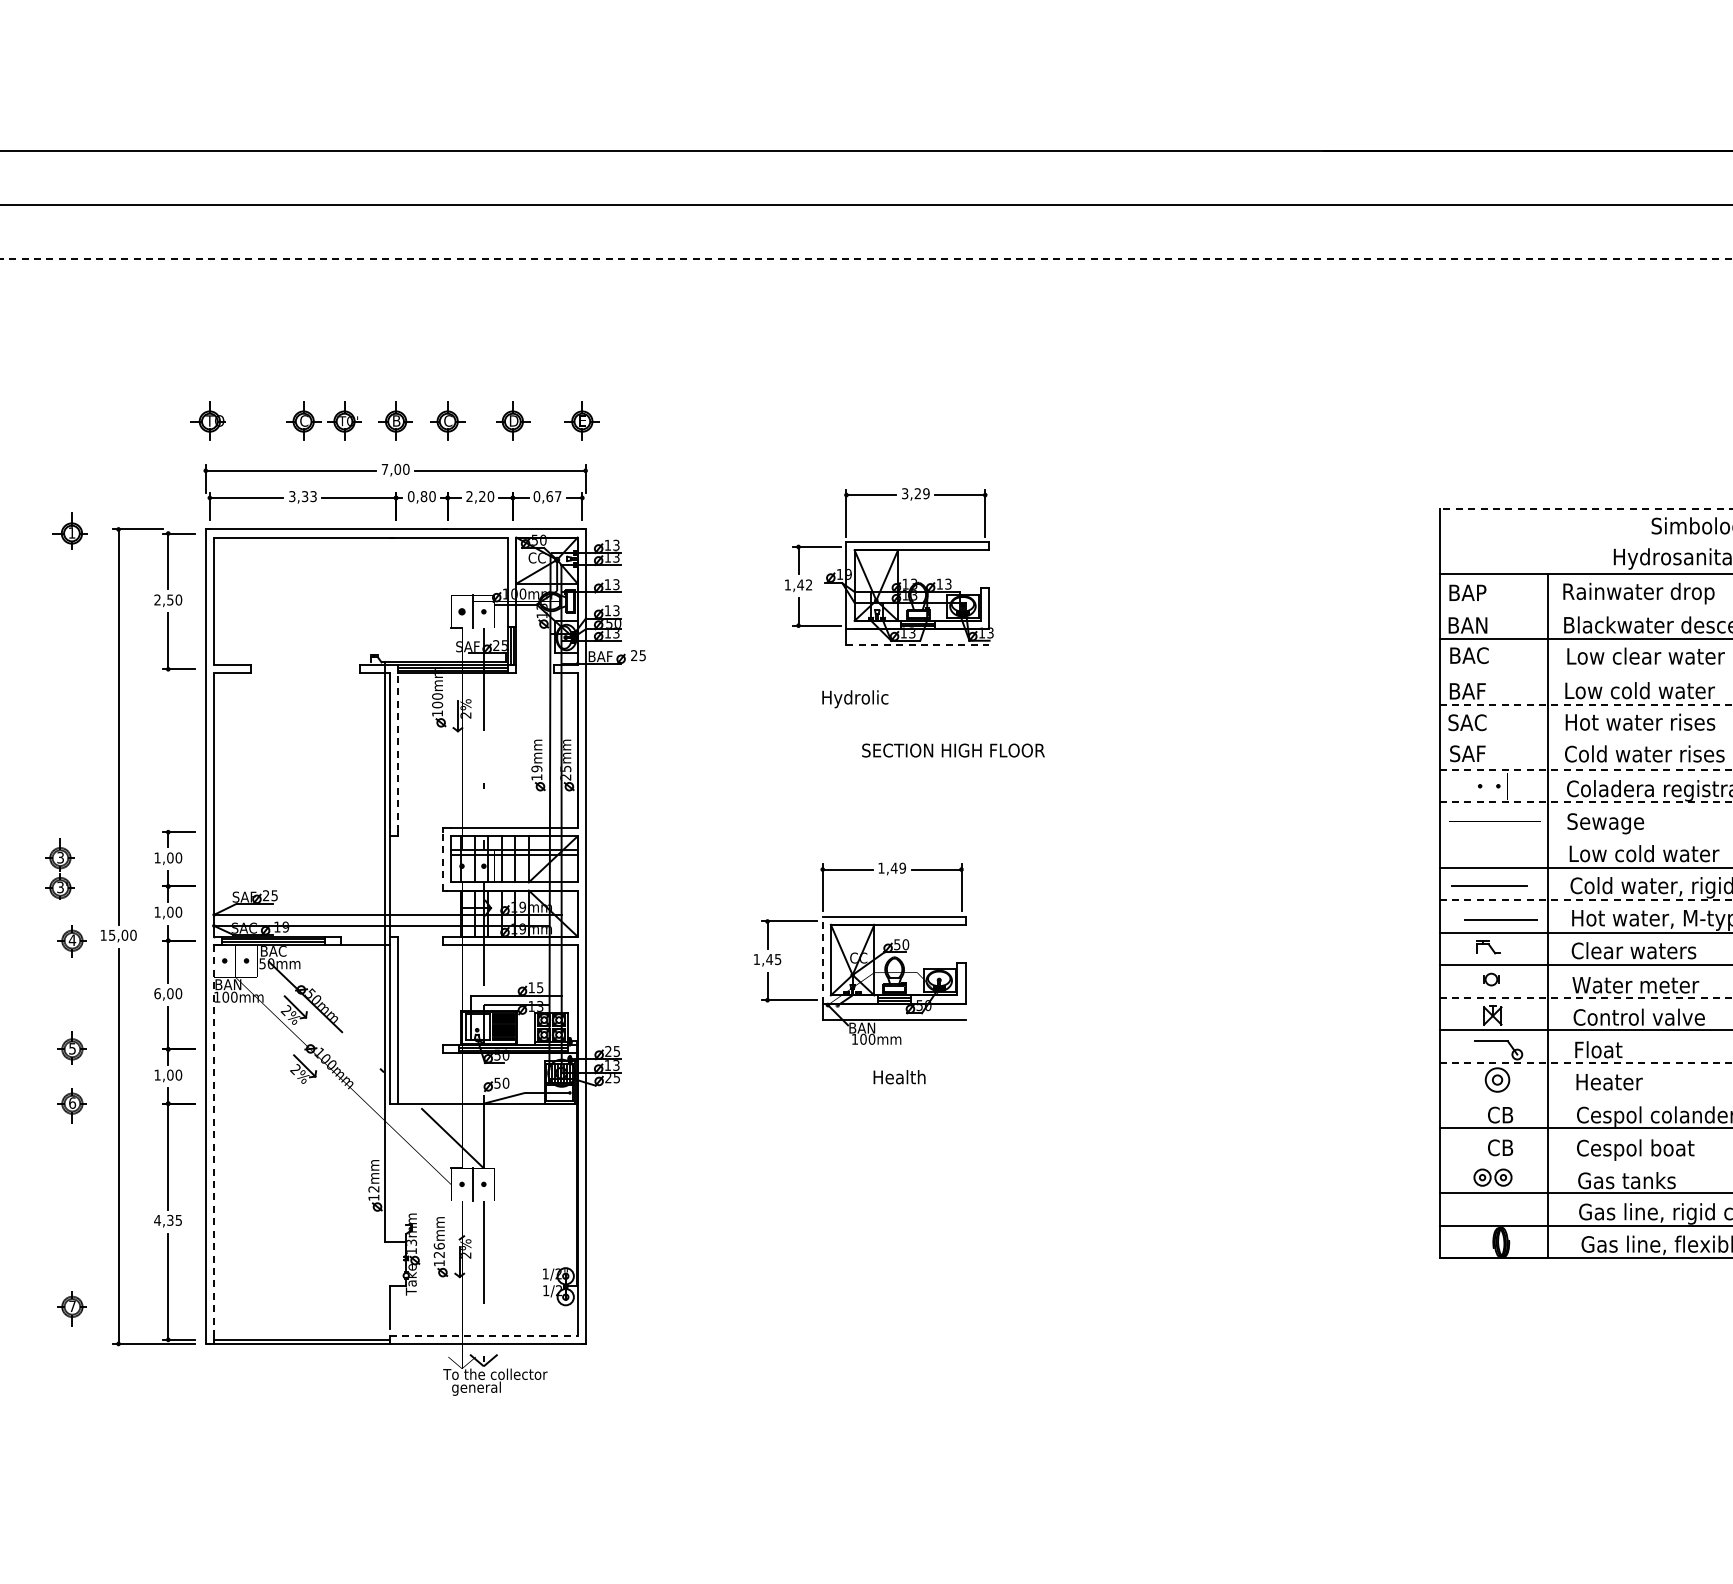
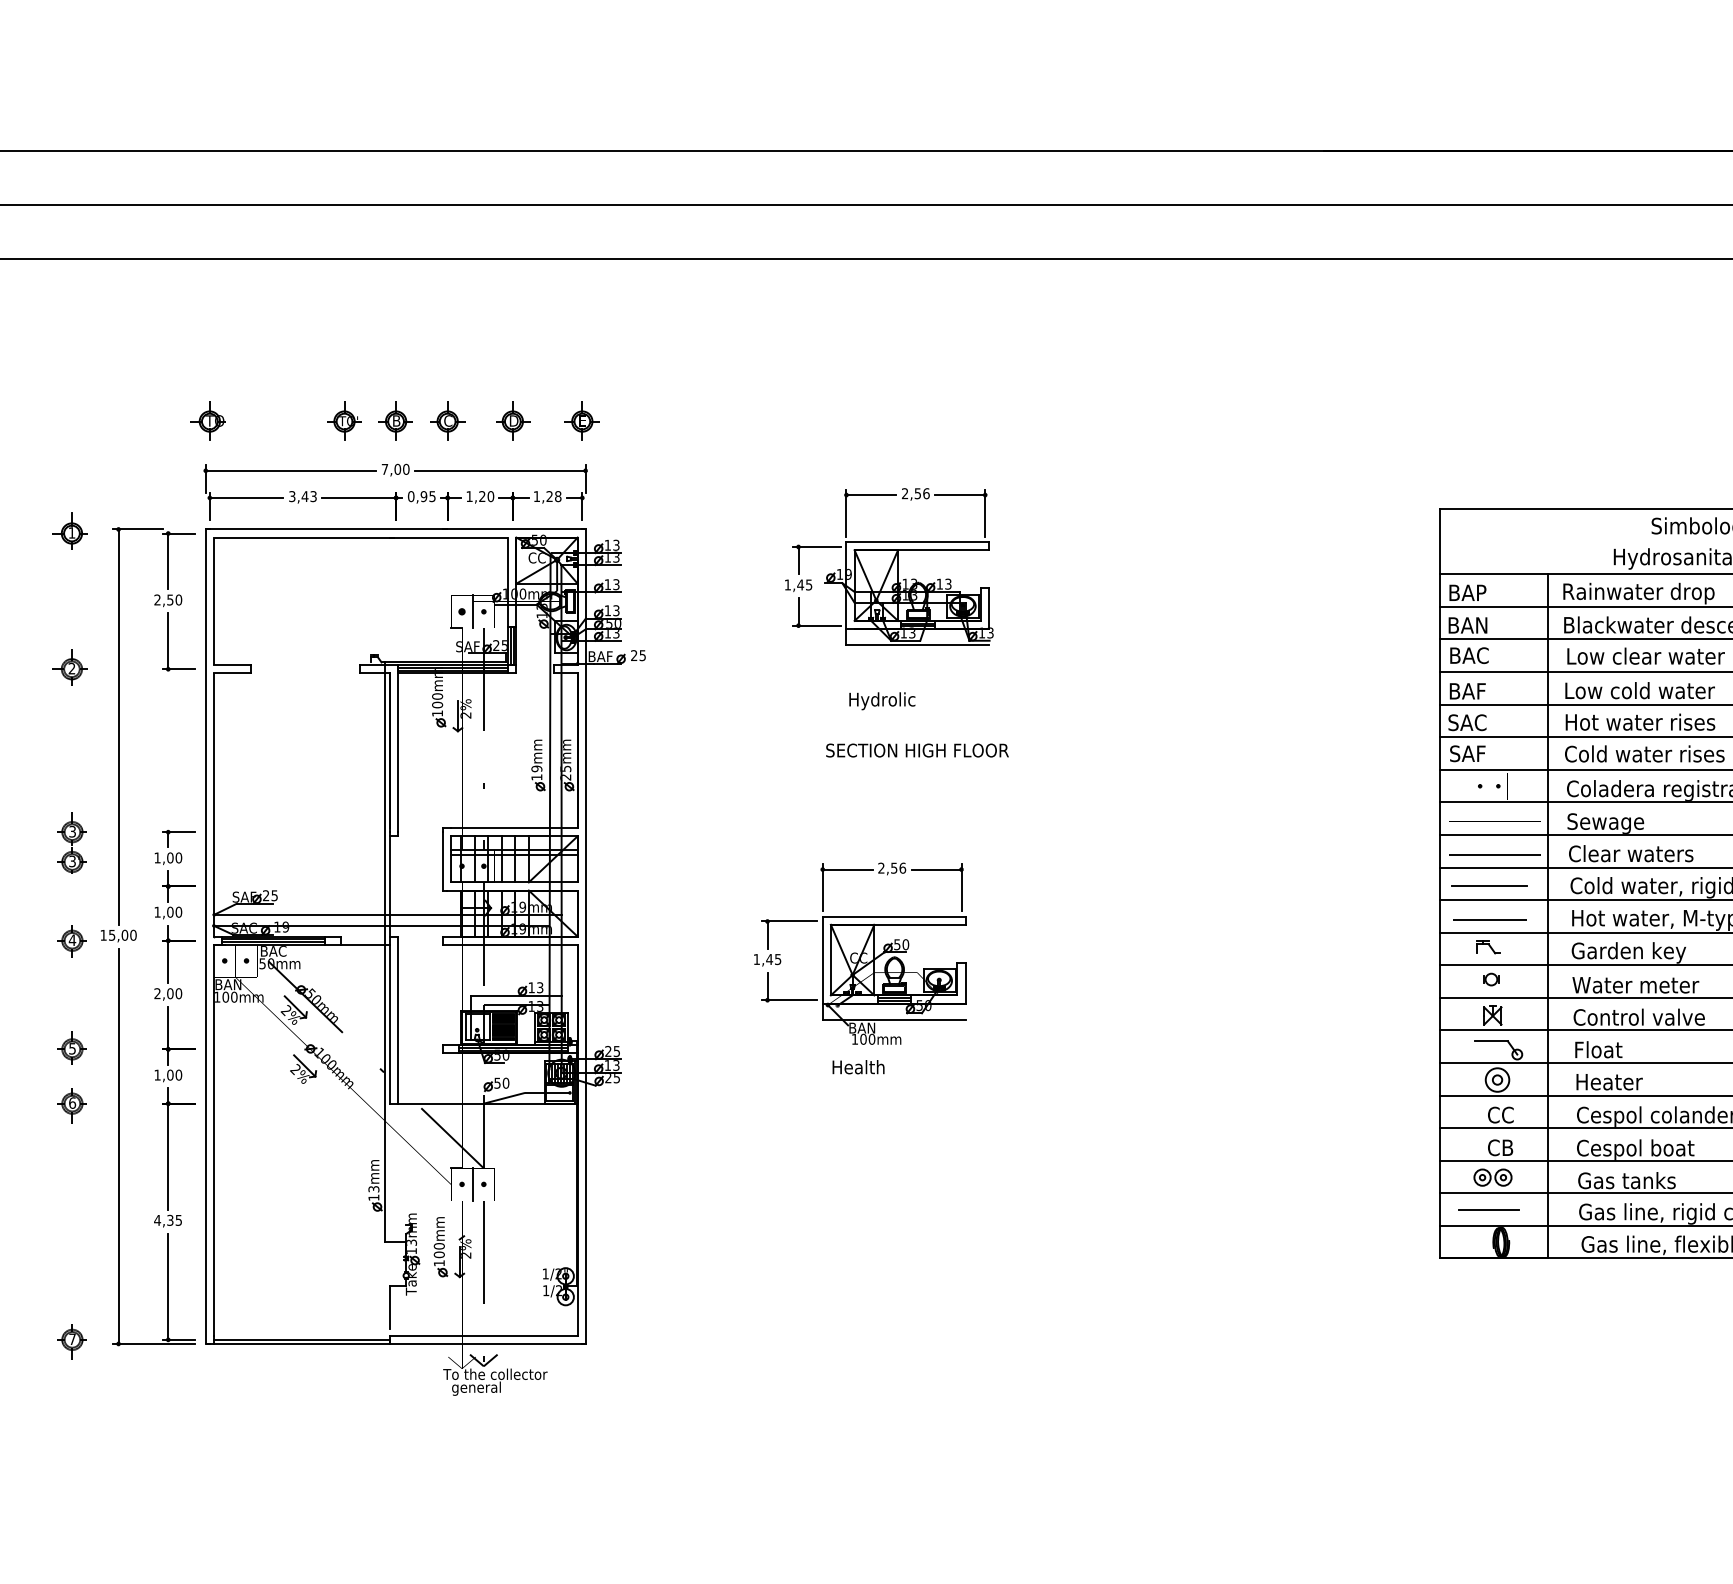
line at (867, 259): dashed -> solid
part at (303, 420): present -> none
text at (915, 493): 3,29 -> 2,56
text at (304, 496): 3,33 -> 3,43
text at (427, 496): 0,80 -> 0,95
text at (469, 496): 2,20 -> 1,20
text at (547, 496): 0,67 -> 1,28
line at (1585, 509): dashed -> solid
text at (809, 584): 1,42 -> 1,45
line at (1584, 606): none -> present
line at (918, 645): dashed -> solid
part at (69, 667): none -> present
line at (1584, 672): none -> present
text at (855, 699) position: (855, 699) -> (882, 701)
line at (1586, 704): dashed -> solid
line at (1584, 737): none -> present
line at (398, 748): dashed -> solid
text at (953, 750) position: (953, 750) -> (917, 750)
line at (1586, 769): dashed -> solid
line at (1586, 802): dashed -> solid
line at (1584, 834): none -> present
text at (1644, 853): Low cold water -> Clear waters
line at (1495, 854): none -> present
line at (443, 860): dashed -> solid
text at (892, 867): 1,49 -> 2,56
part at (59, 868) position: (59, 868) -> (71, 842)
line at (1586, 900): dashed -> solid
line at (1500, 919) position: (1500, 919) -> (1489, 919)
text at (1637, 952): Clear waters -> Garden key
line at (822, 959): dashed -> solid
text at (540, 987): 15 -> 13
text at (157, 993): 6,00 -> 2,00
line at (1586, 997): dashed -> solid
line at (1586, 1063): dashed -> solid
text at (899, 1077) position: (899, 1077) -> (858, 1067)
line at (1584, 1095): none -> present
text at (1507, 1114): CB -> CC
line at (213, 1140): dashed -> solid
line at (1584, 1160): none -> present
text at (374, 1189): 12mm -> 13mm
line at (1488, 1209): none -> present
text at (438, 1250): 126mm -> 100mm
part at (71, 1308) position: (71, 1308) -> (71, 1341)
line at (483, 1335): dashed -> solid
